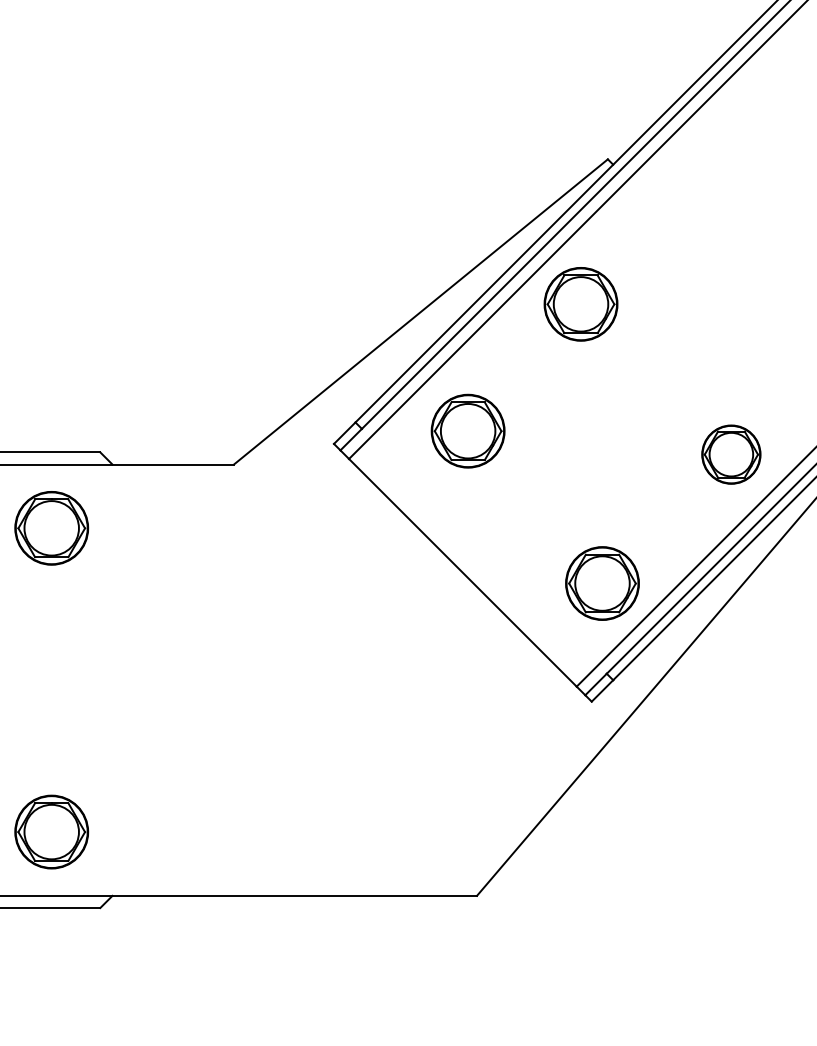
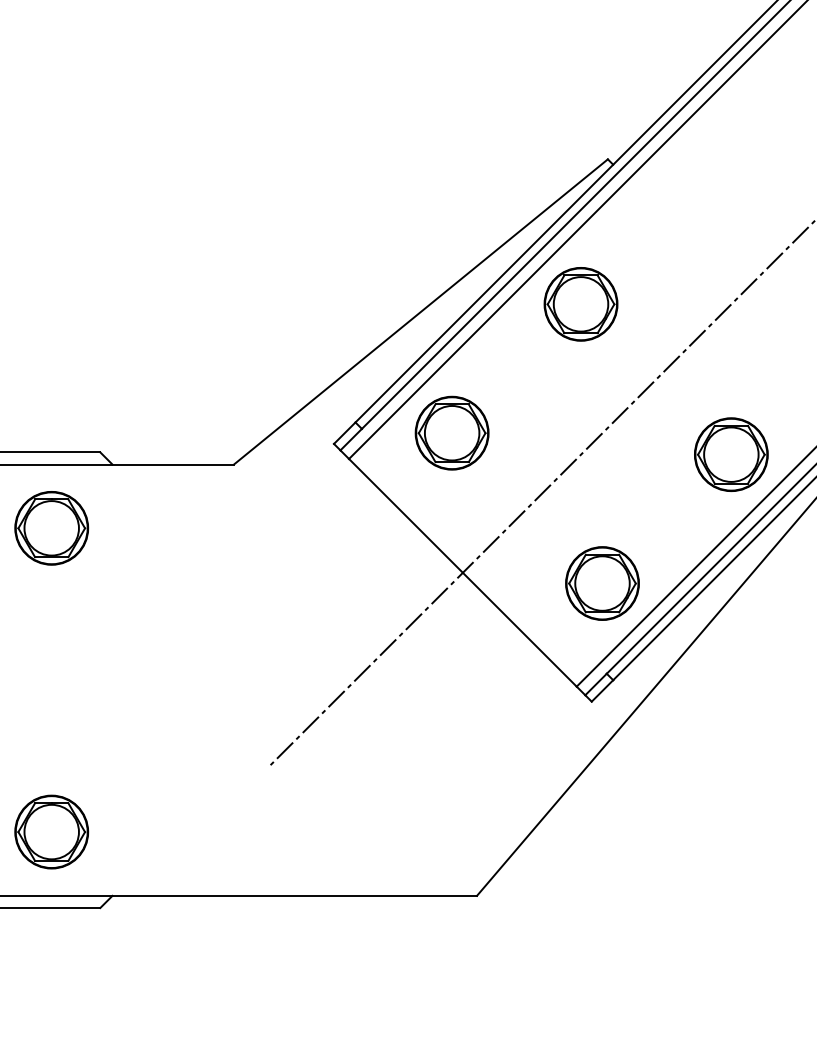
part at (467, 430) position: (467, 430) -> (451, 432)
part at (731, 454) size: 61x61 px -> 75x75 px
line at (541, 494): none -> present
